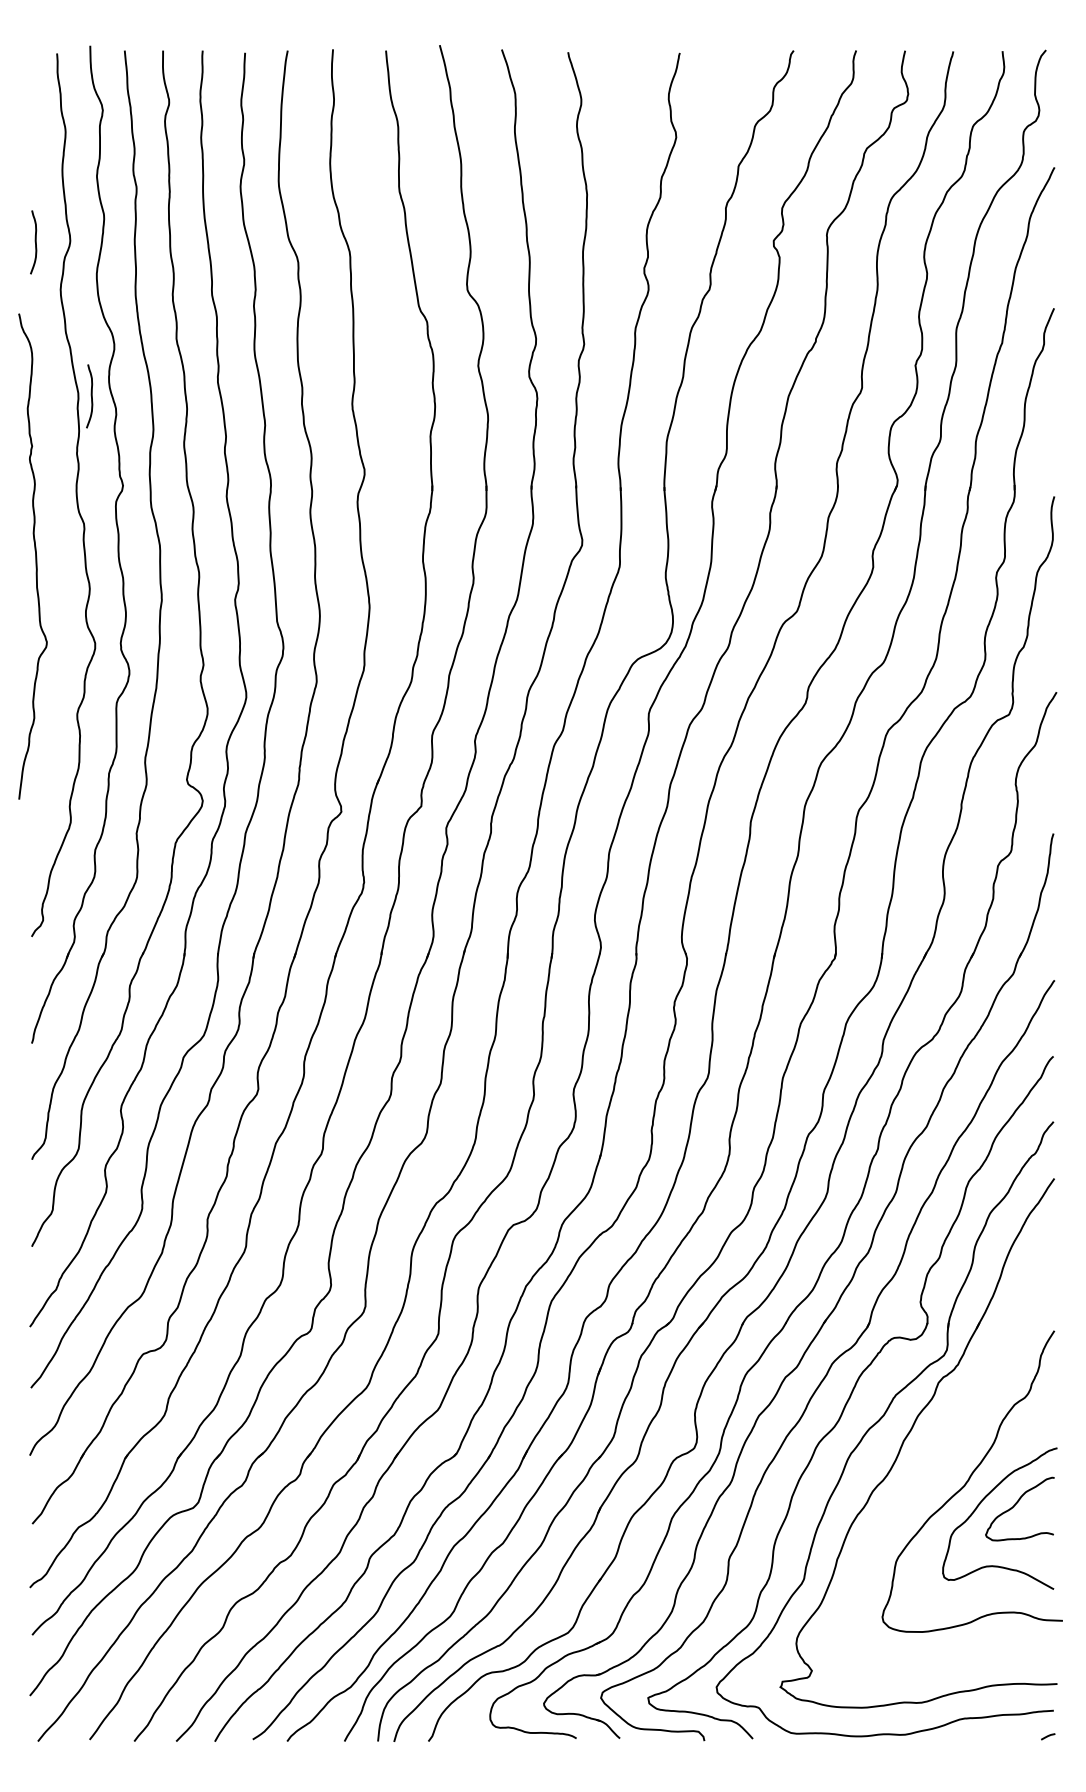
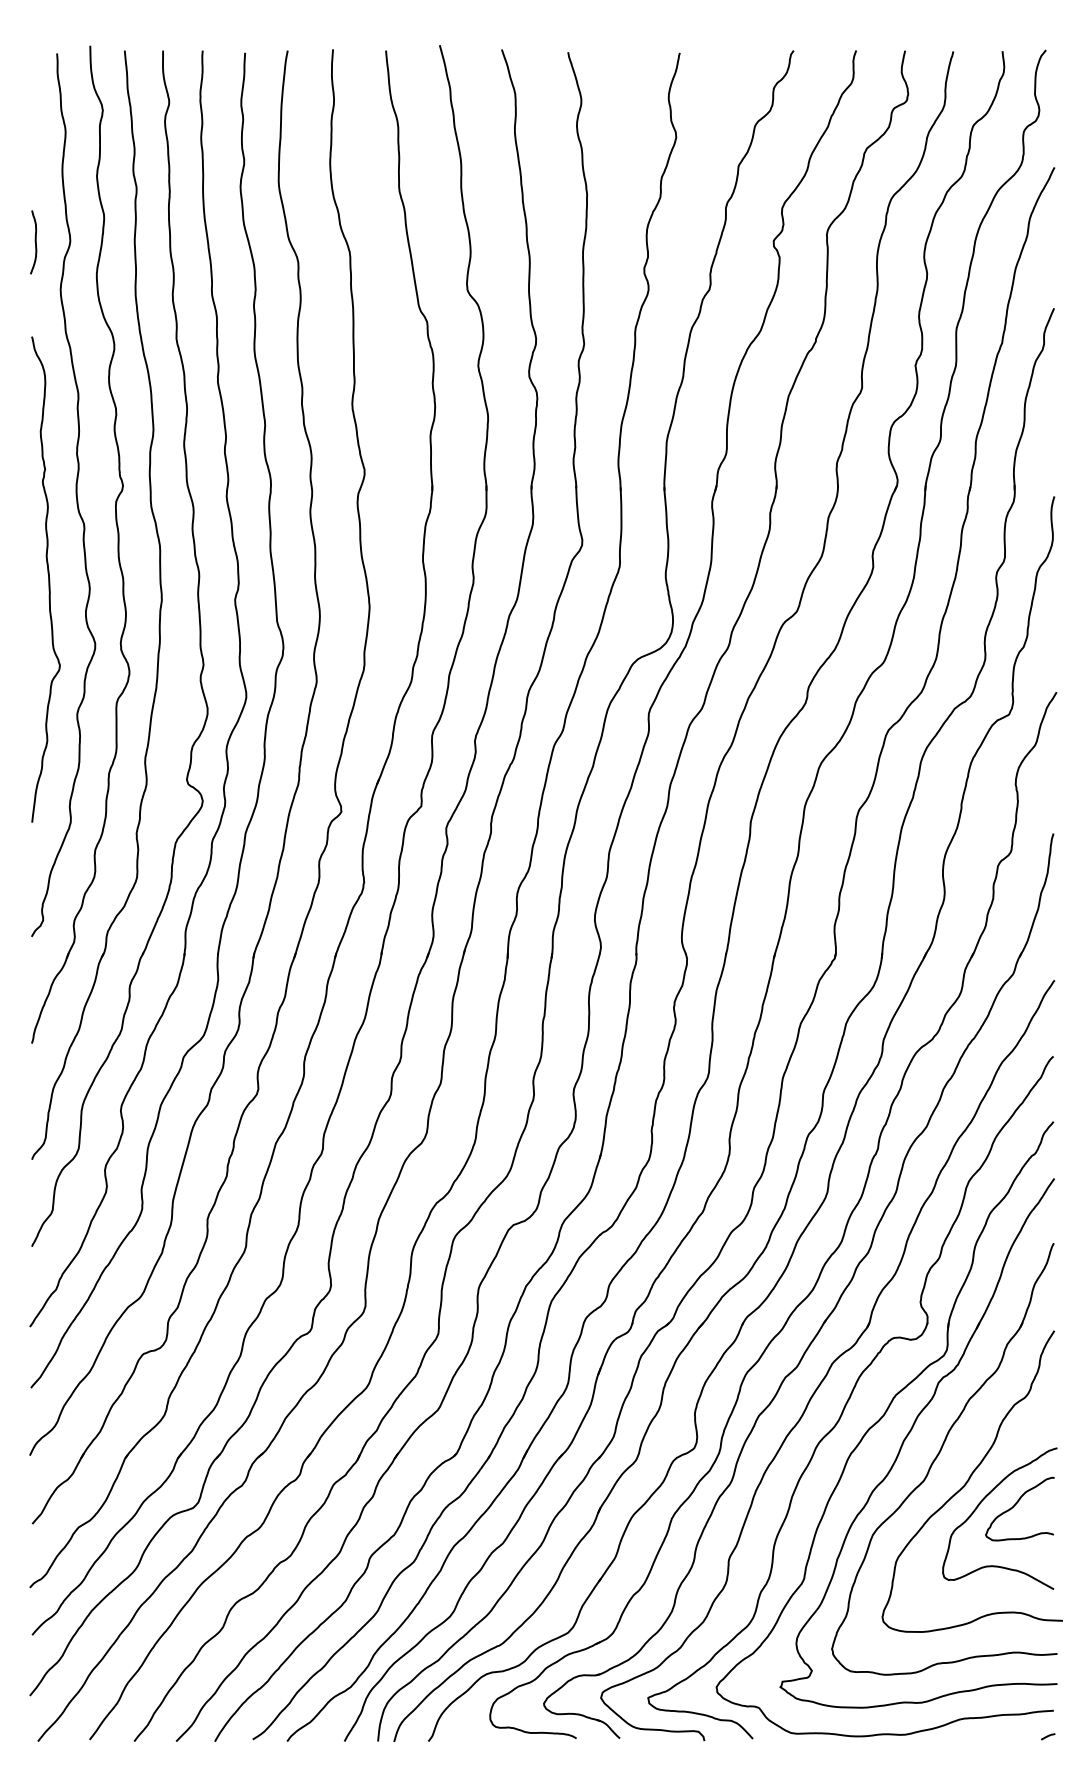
curve at (90, 395): present -> none
curve at (35, 556) position: (35, 556) -> (48, 579)
part at (938, 1456): none -> present
